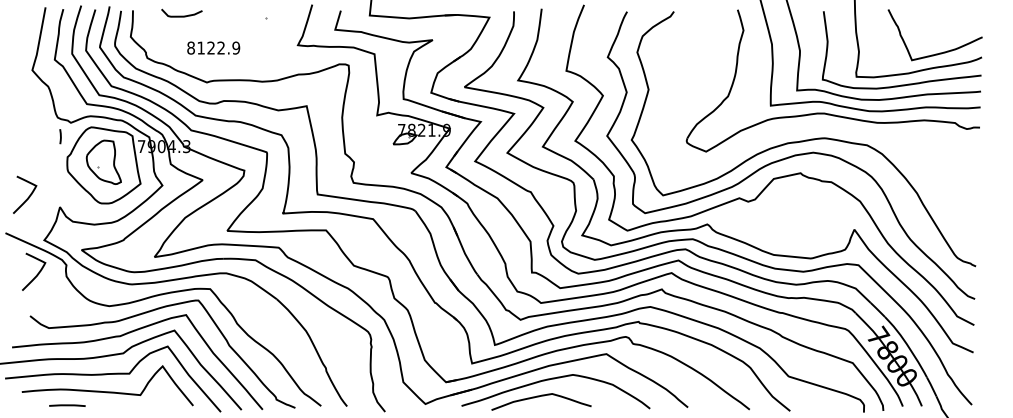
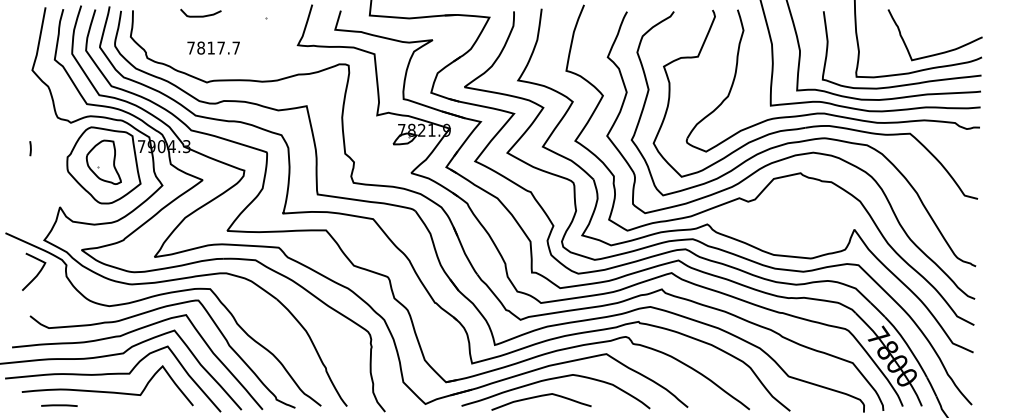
curve at (181, 15) position: (181, 15) -> (200, 15)
text at (213, 47): 8122.9 -> 7817.7
part at (815, 125): none -> present
line at (60, 136) position: (60, 136) -> (30, 148)
curve at (28, 196): present -> none
line at (67, 405) position: (67, 405) -> (59, 405)
